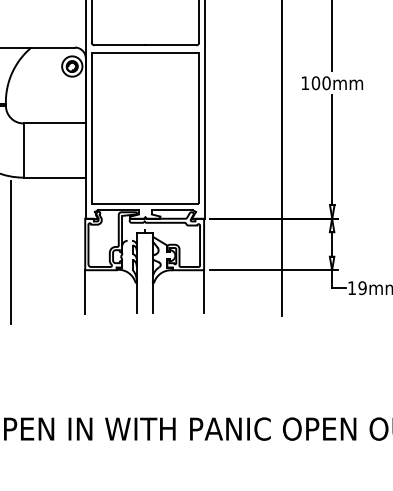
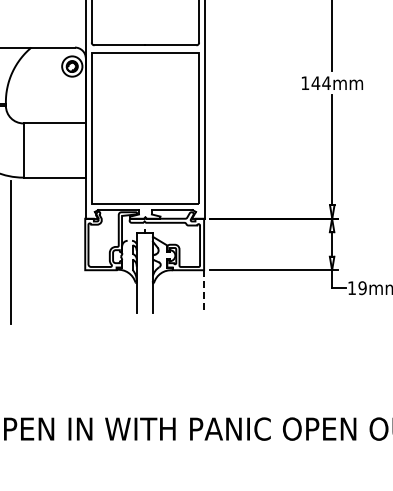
text at (320, 83): 100mm -> 144mm
line at (281, 159): present -> none
line at (85, 291): present -> none
line at (204, 291): solid -> dashed
